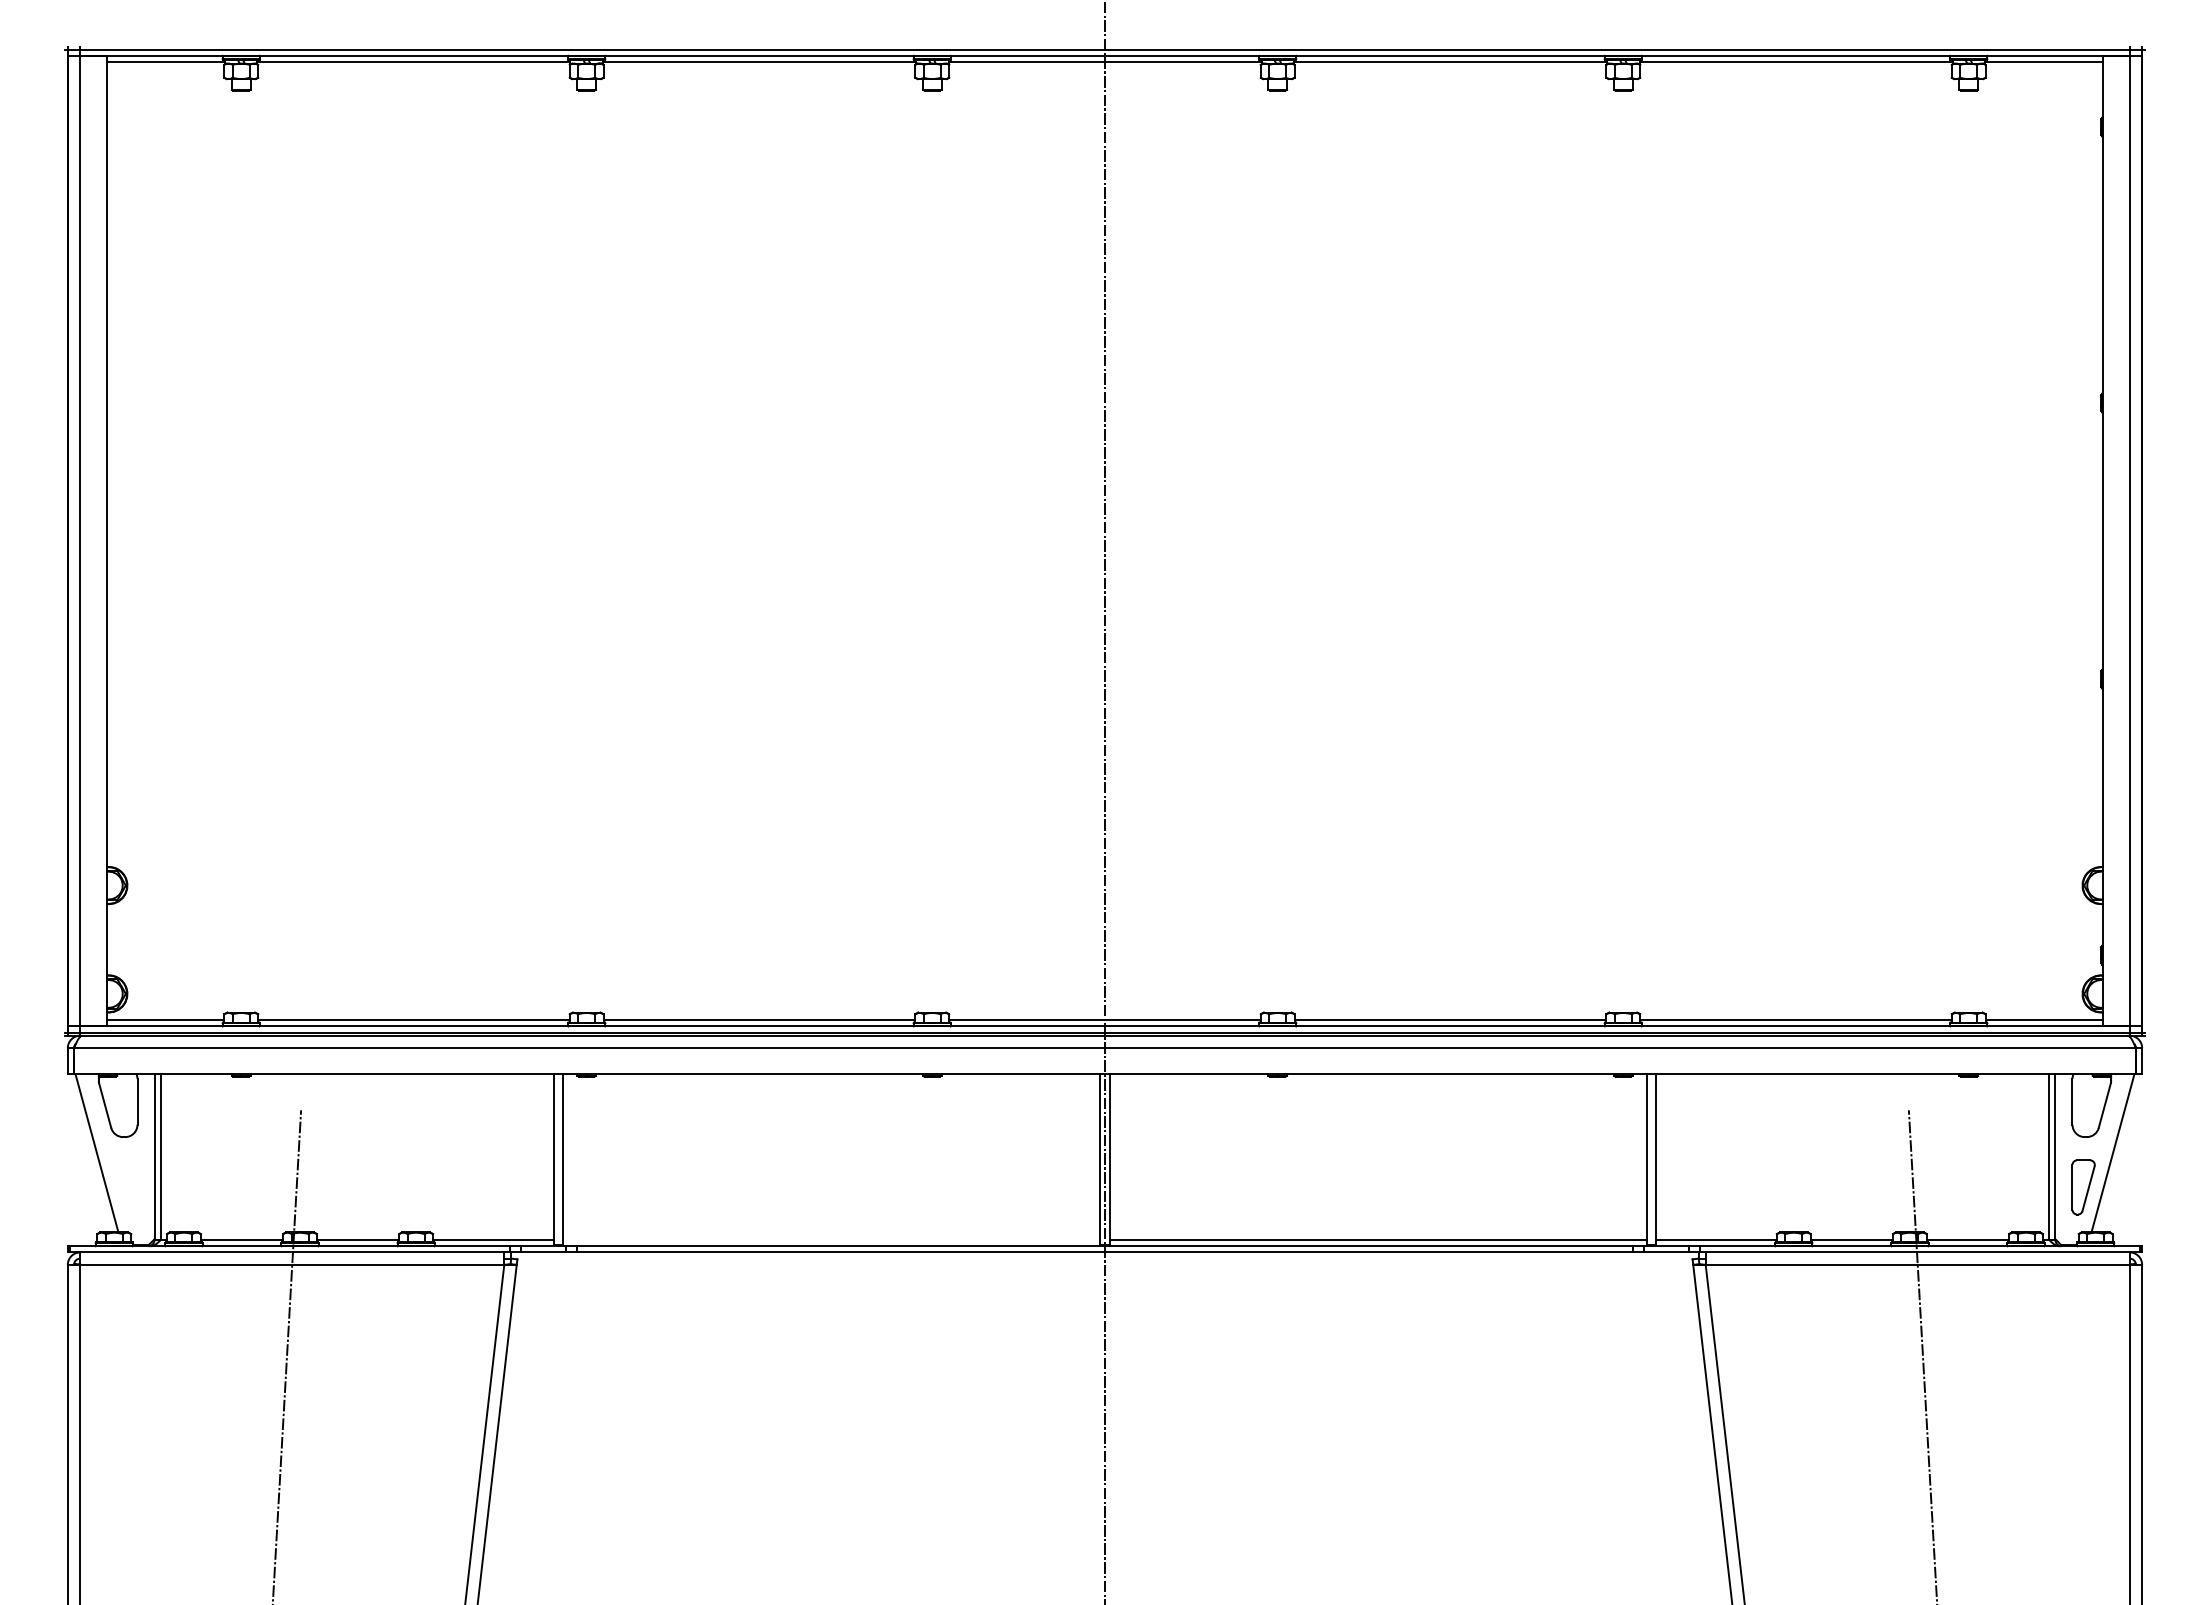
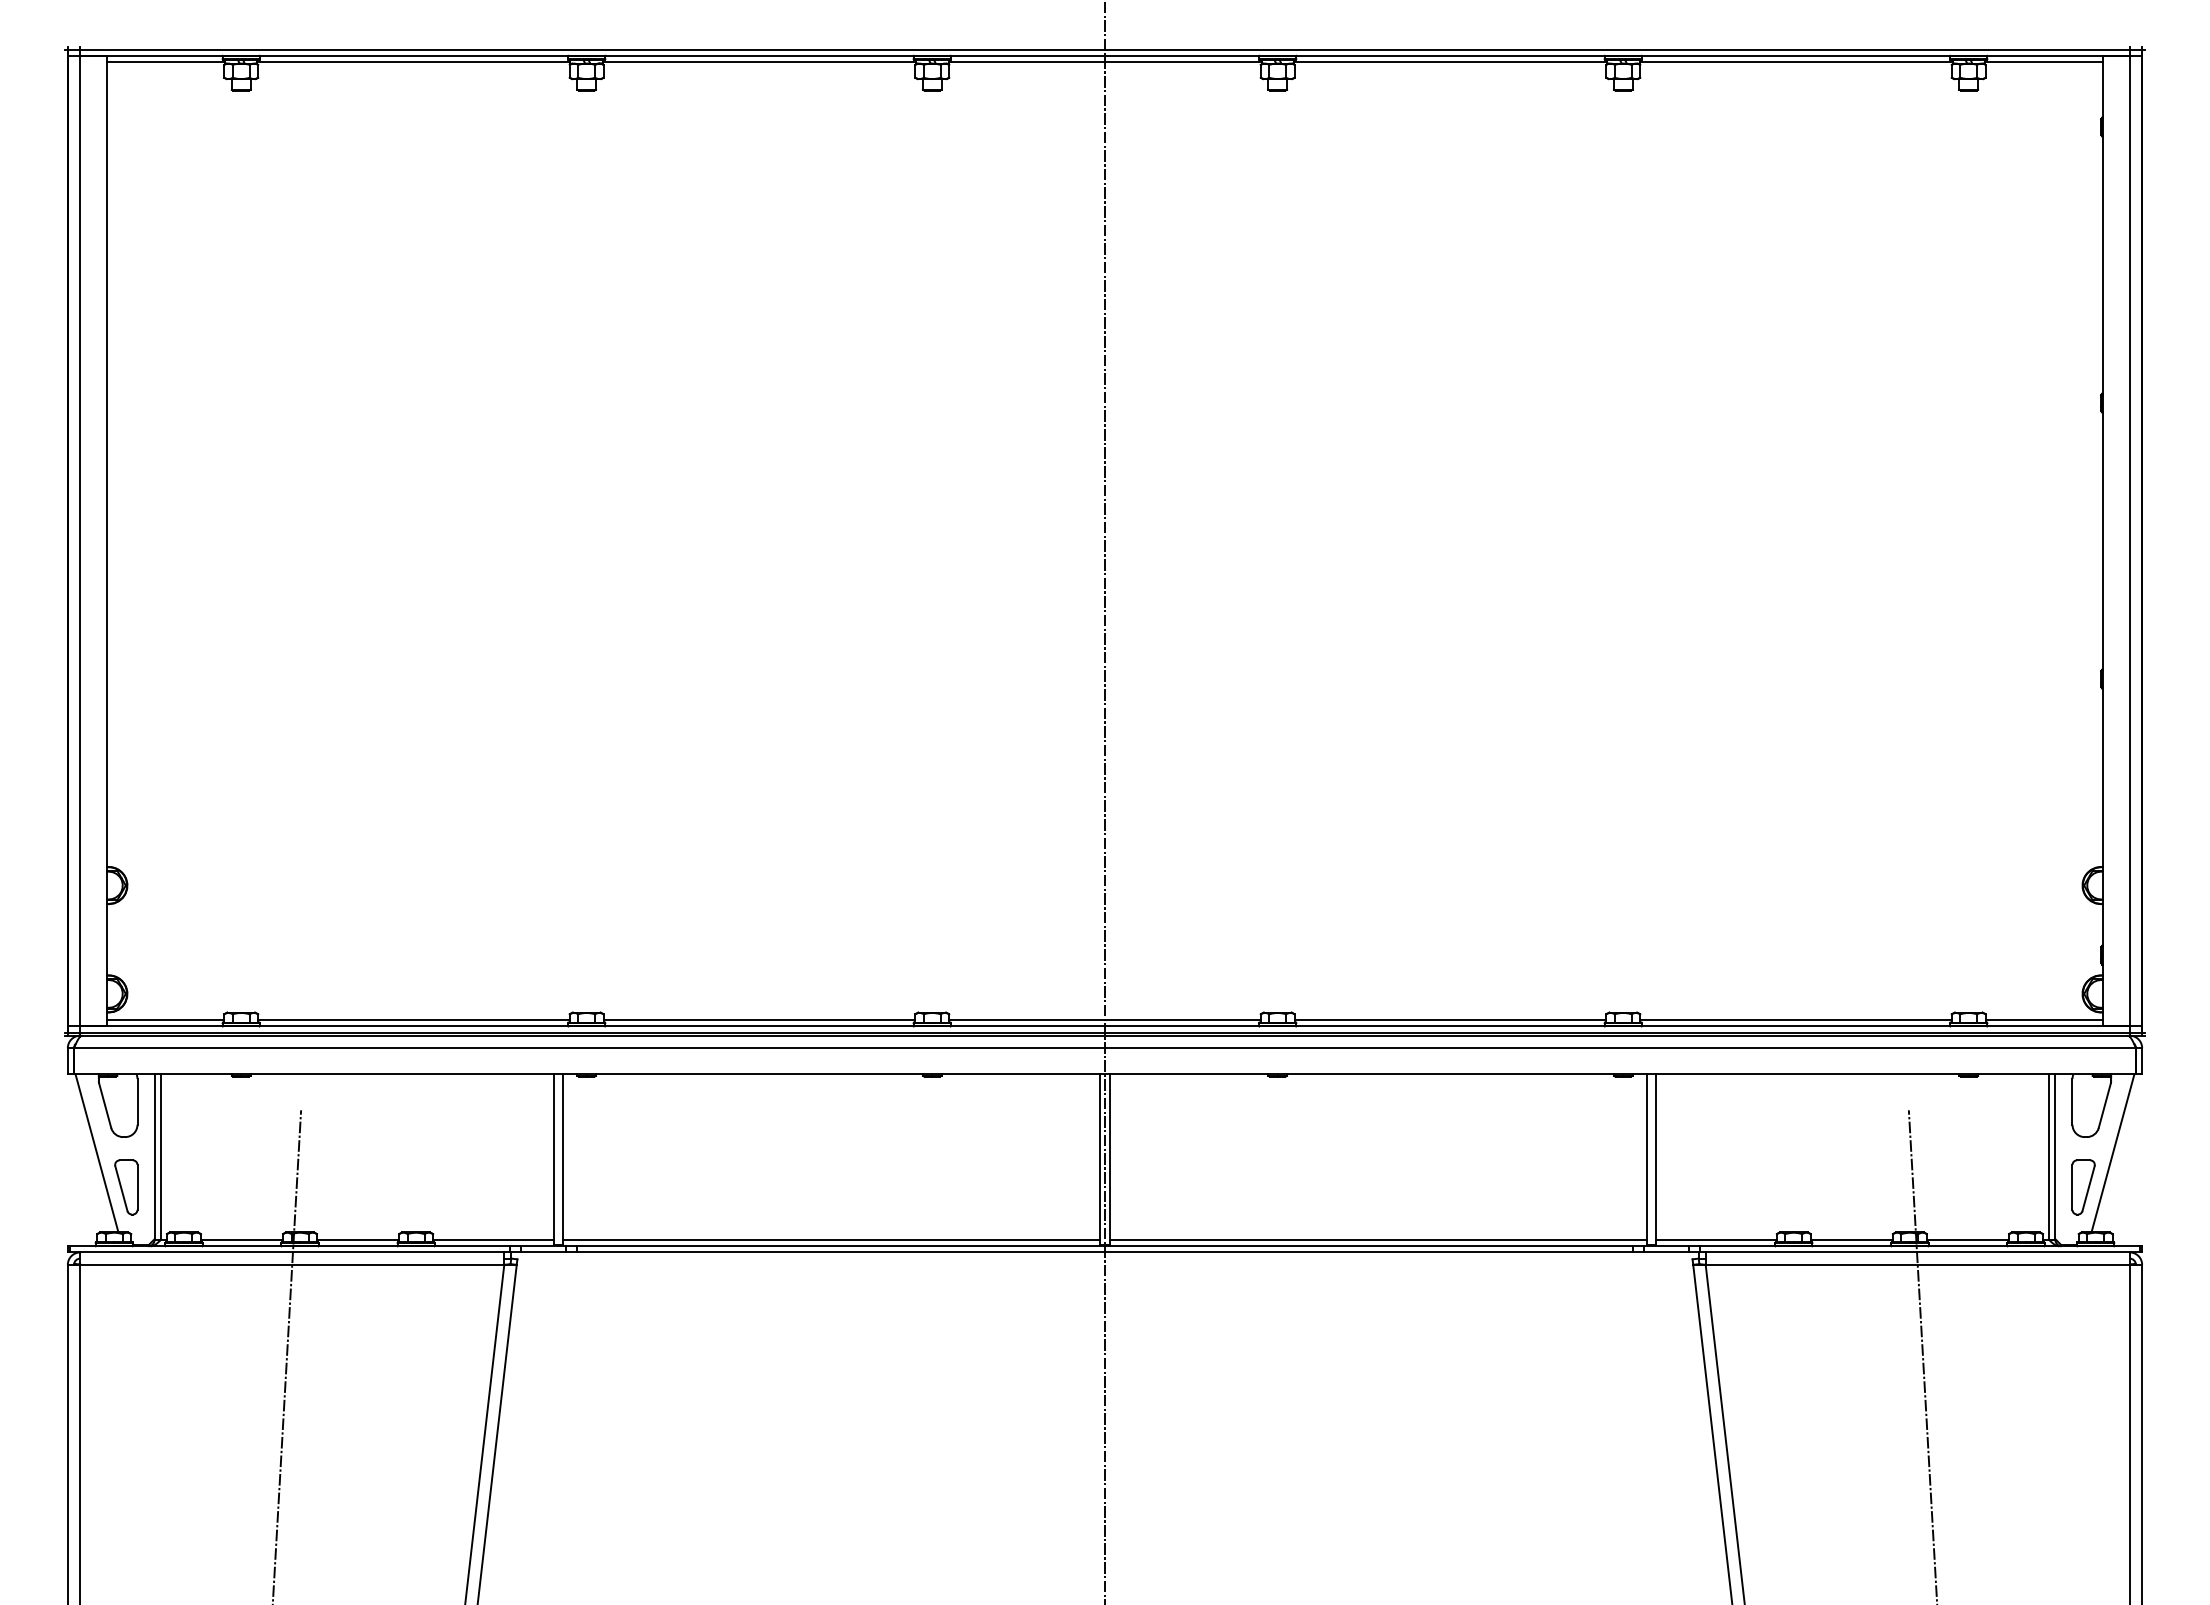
part at (126, 1187): none -> present
line at (831, 1240): none -> present
